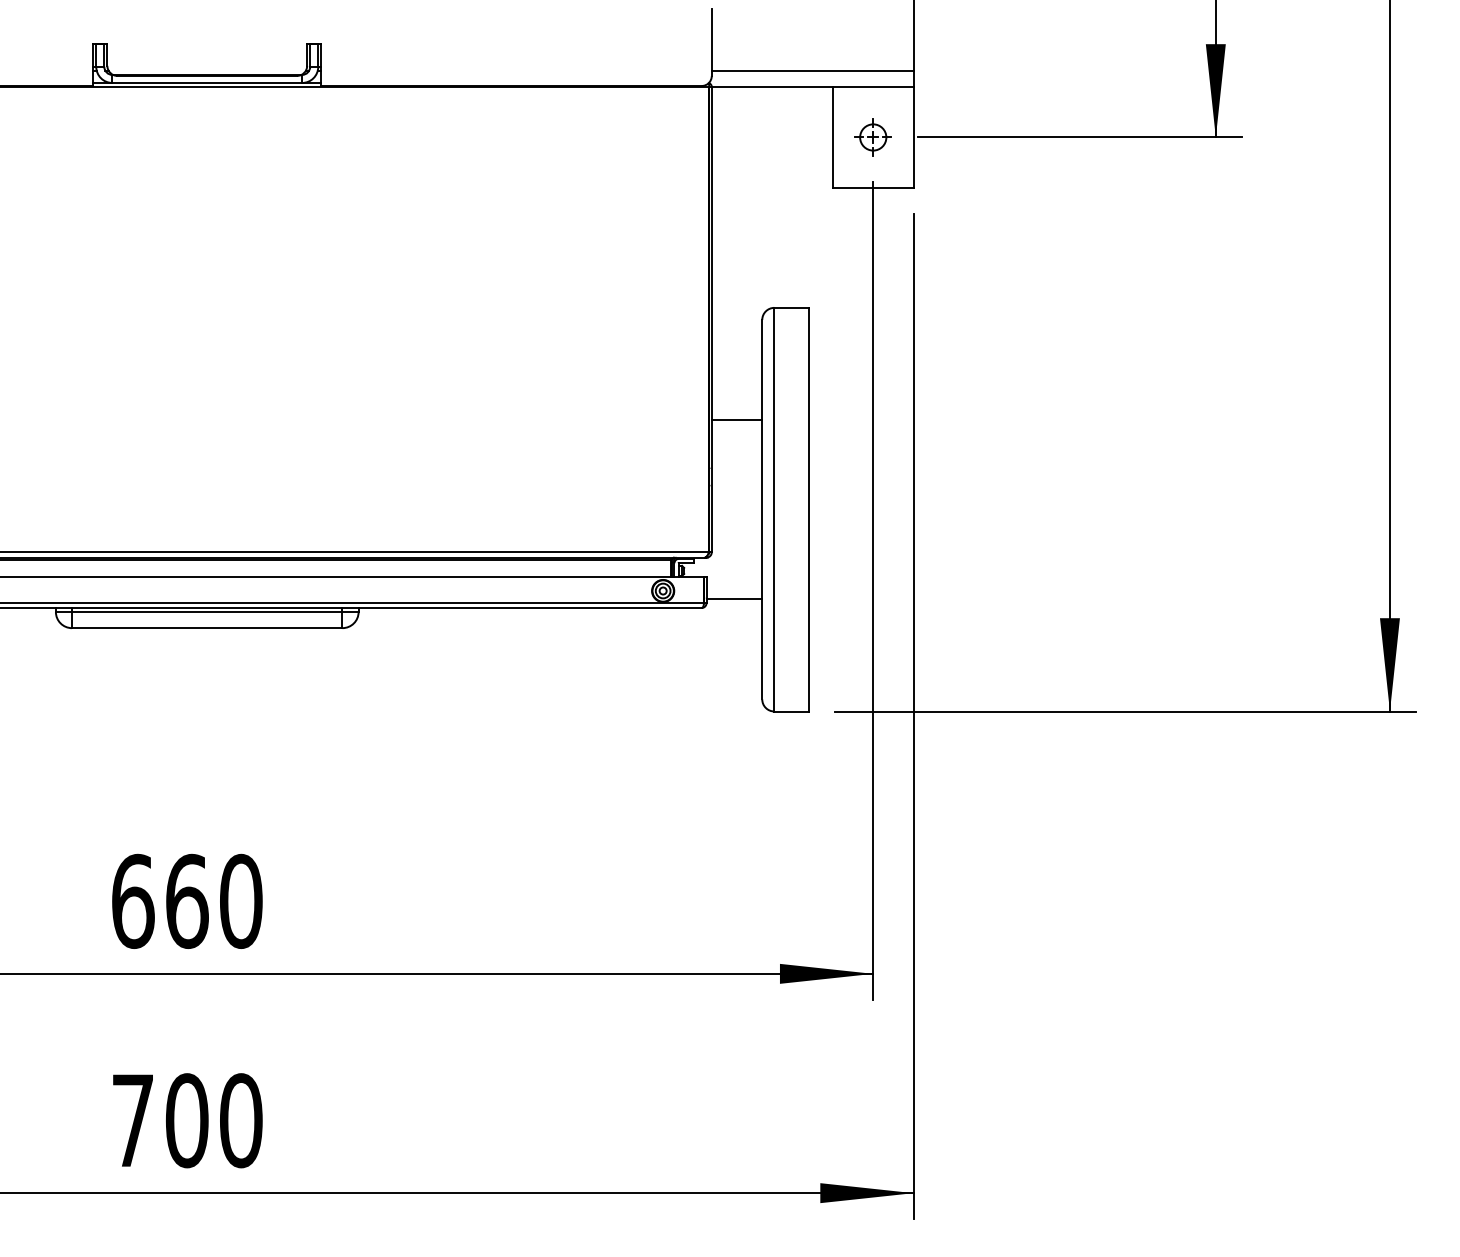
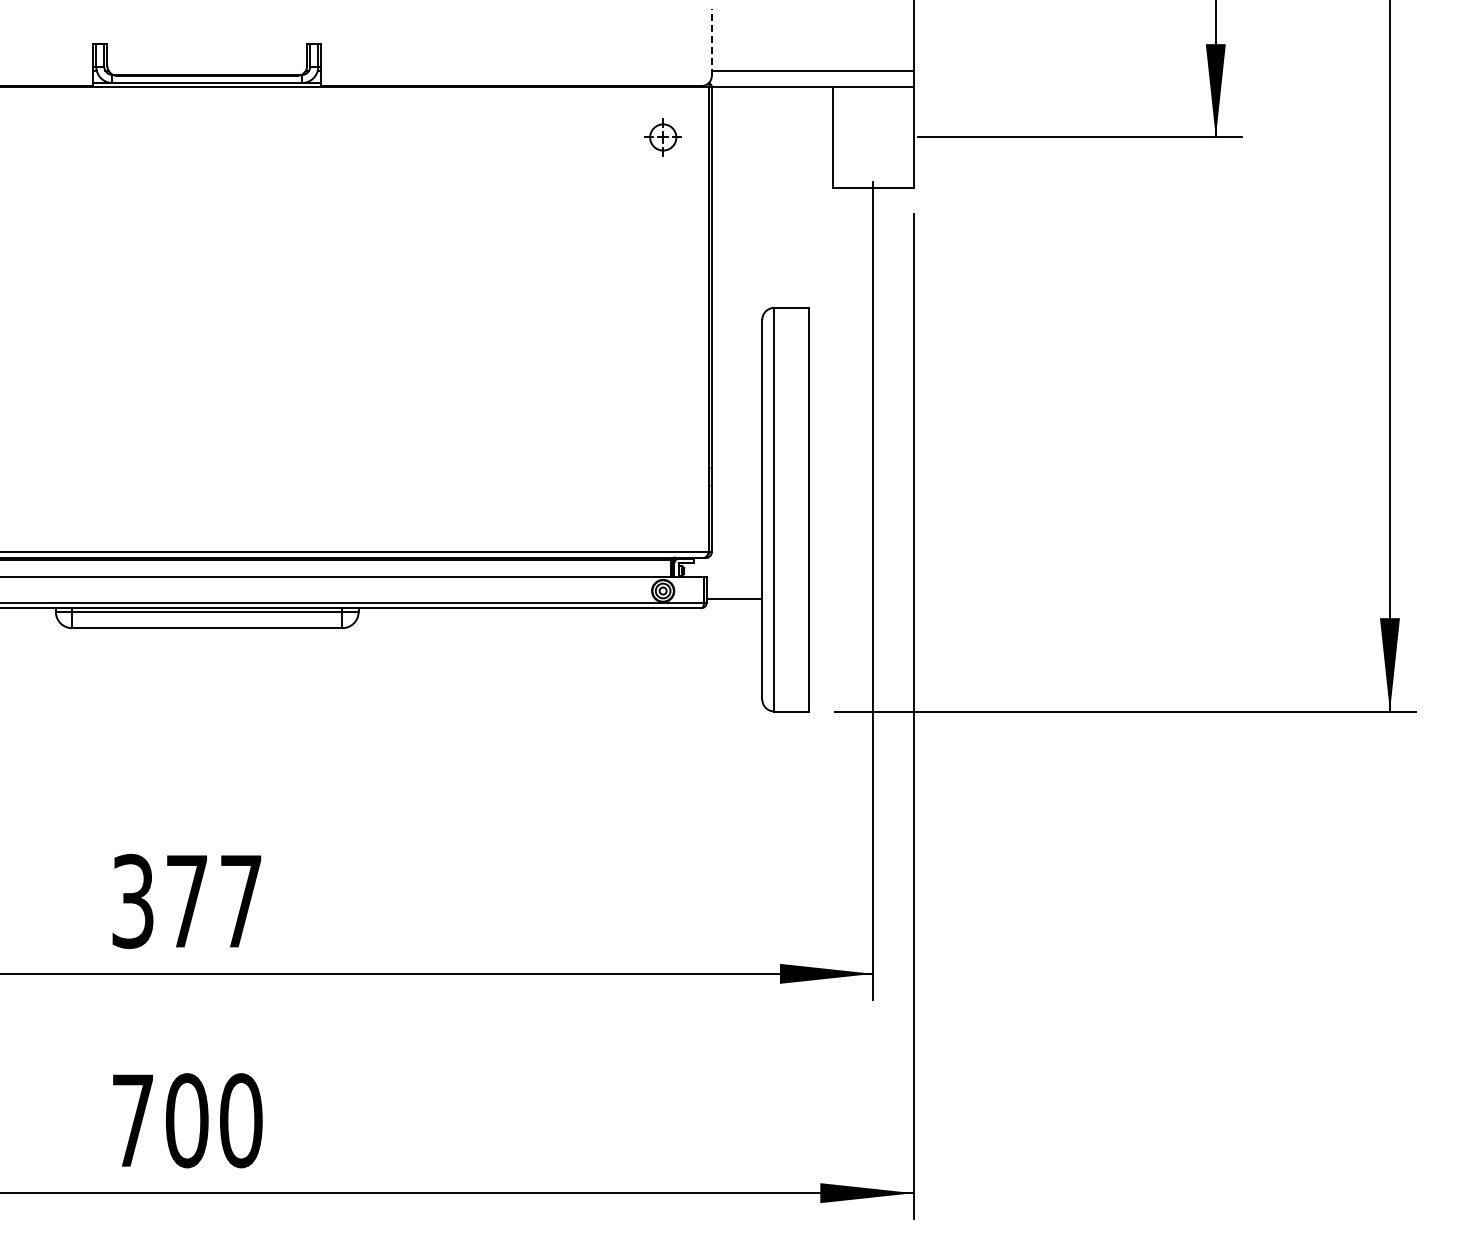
line at (711, 42): solid -> dashed
part at (872, 137) position: (872, 137) -> (662, 137)
line at (736, 419): present -> none
text at (187, 900): 660 -> 377
